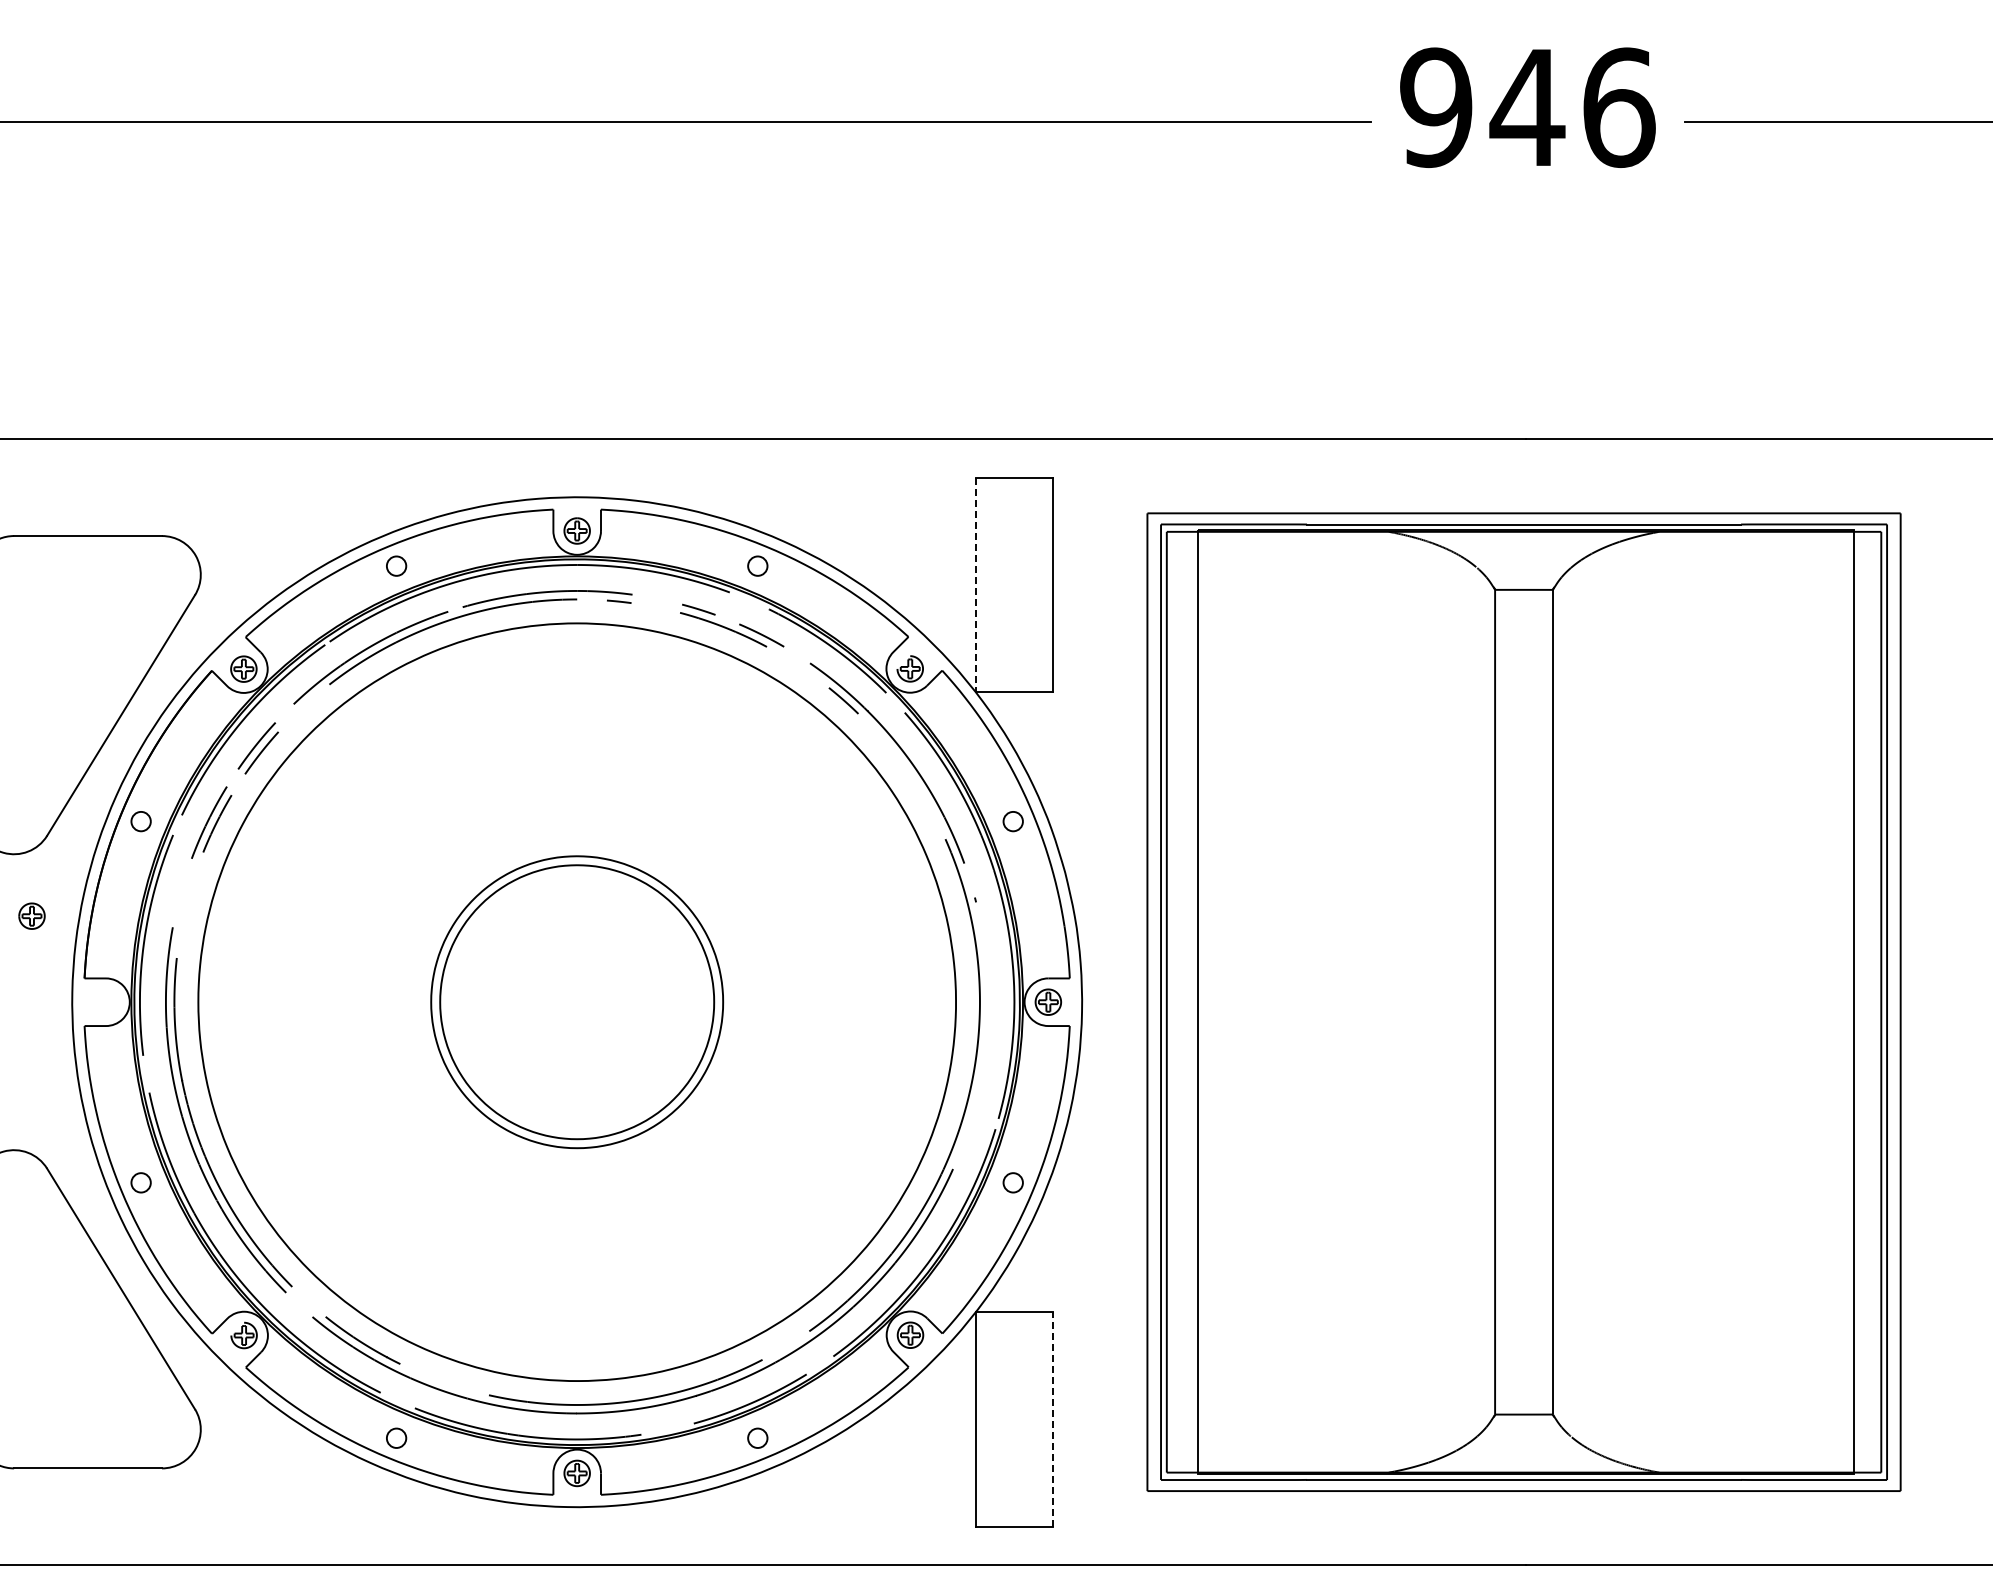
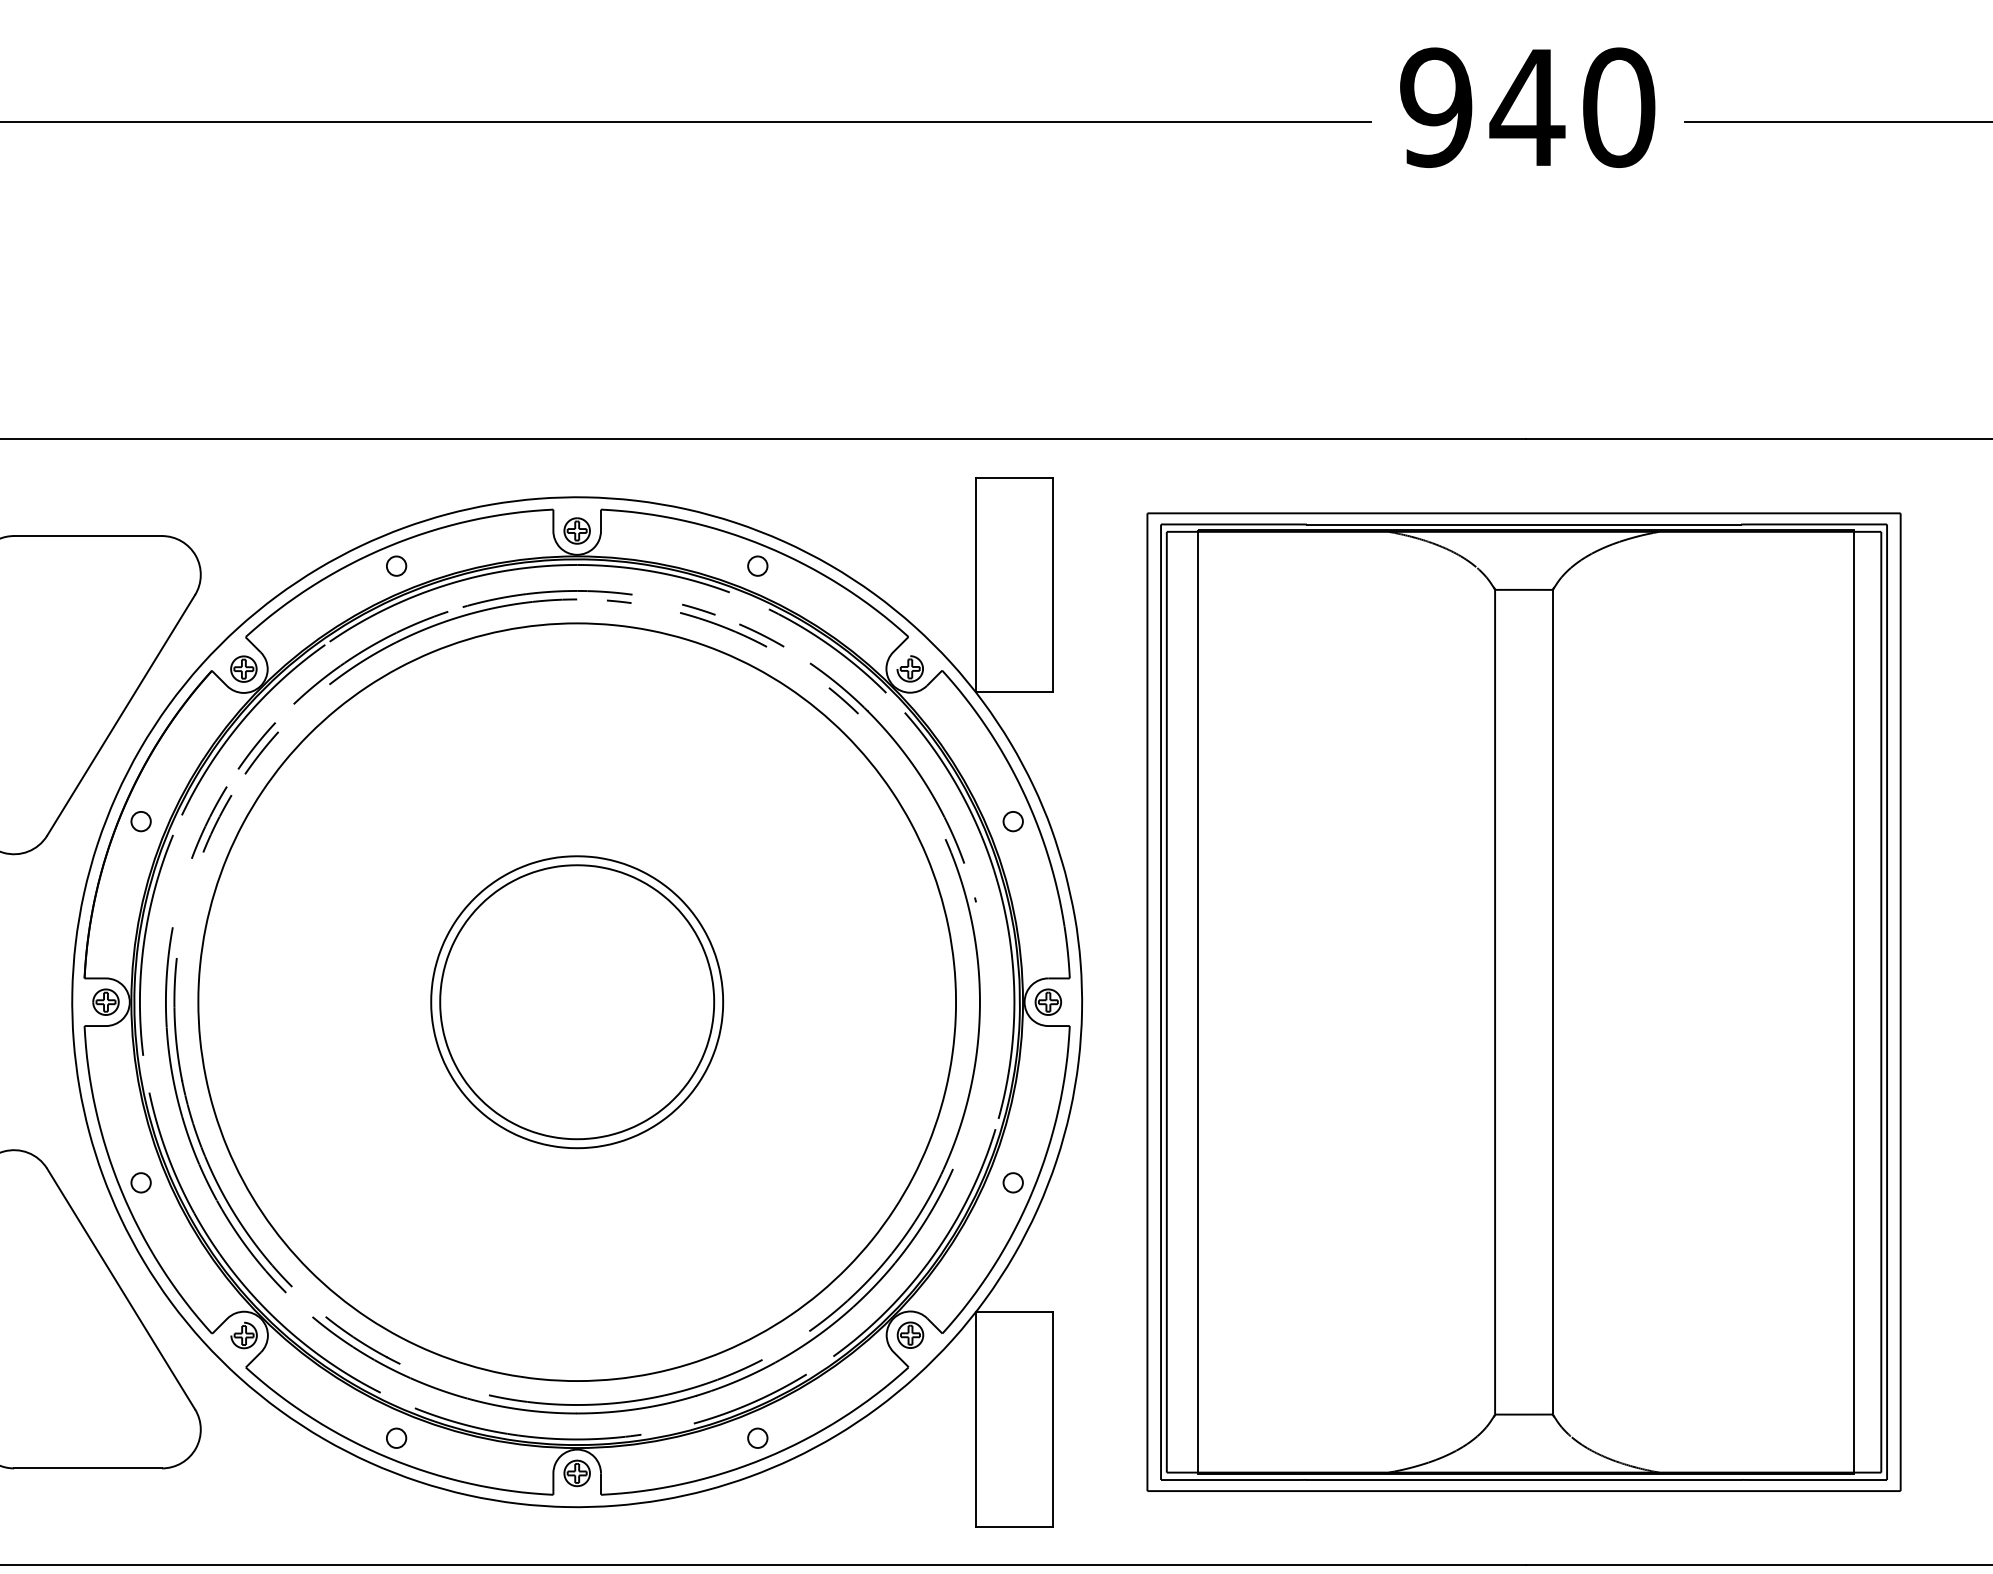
text at (1619, 107): 946 -> 940
line at (975, 585): dashed -> solid
part at (31, 915) position: (31, 915) -> (105, 1001)
line at (1053, 1418): dashed -> solid
